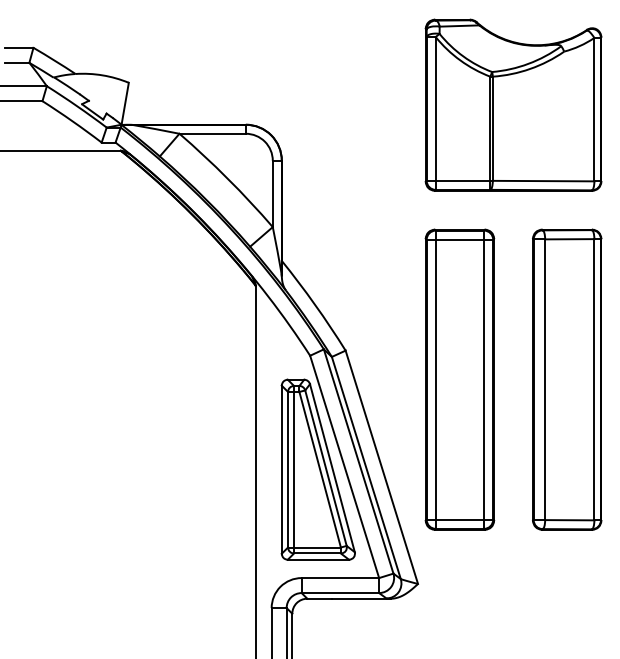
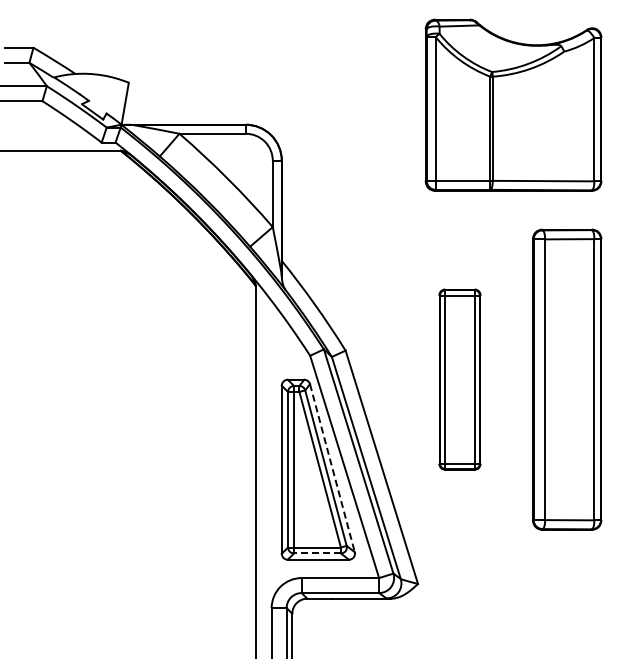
part at (459, 379) size: 72x303 px -> 44x183 px
line at (332, 468): solid -> dashed
line at (316, 553): solid -> dashed
